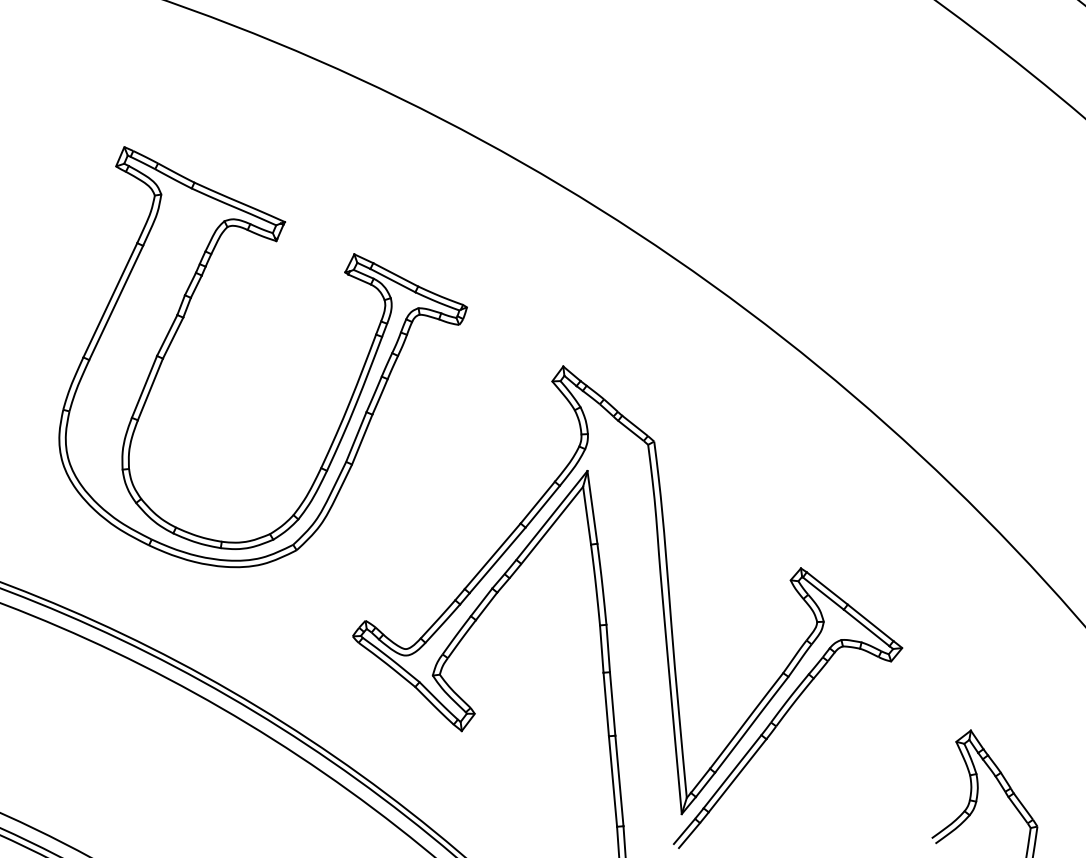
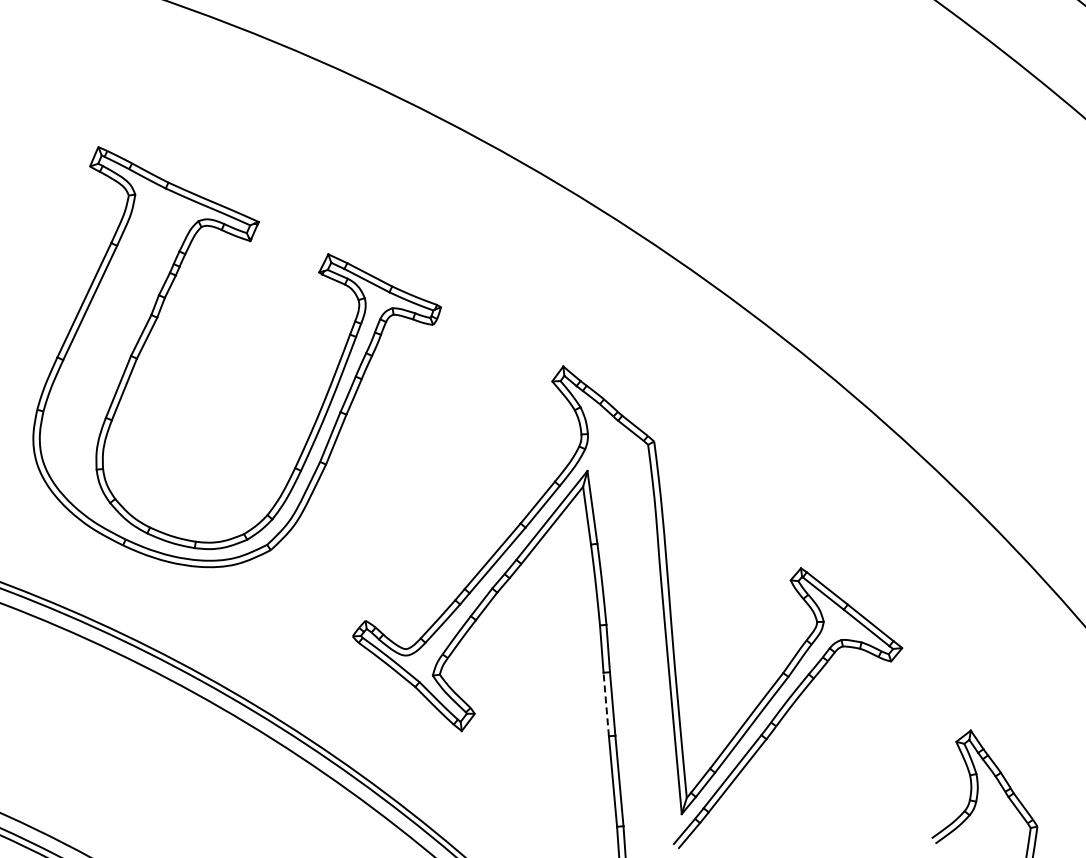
part at (184, 318) position: (184, 318) -> (158, 318)
line at (606, 704): solid -> dashed
